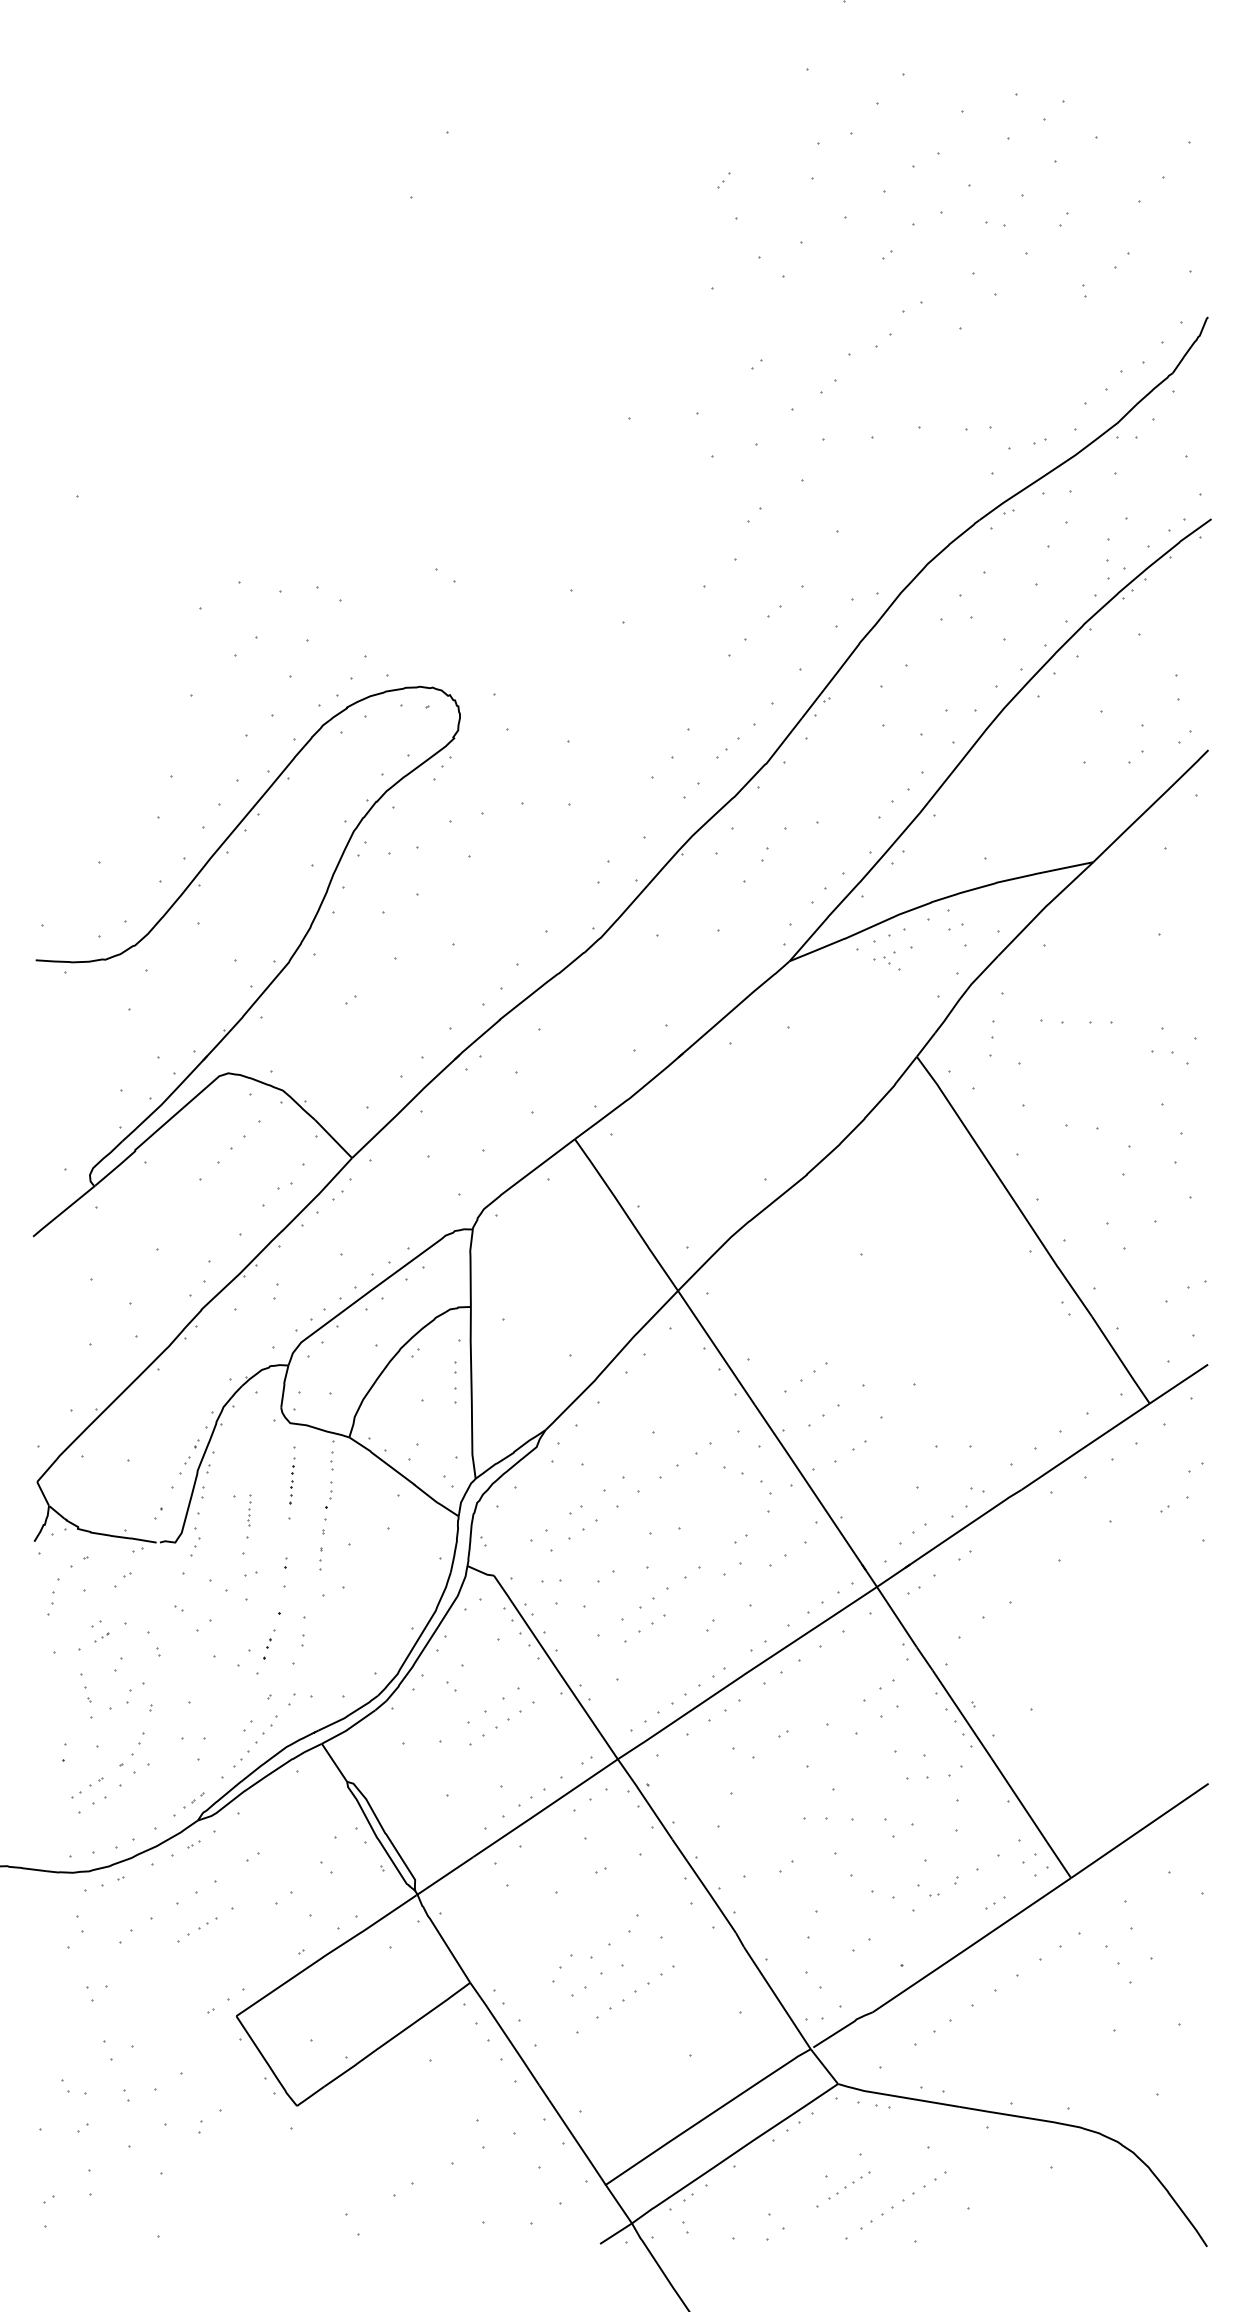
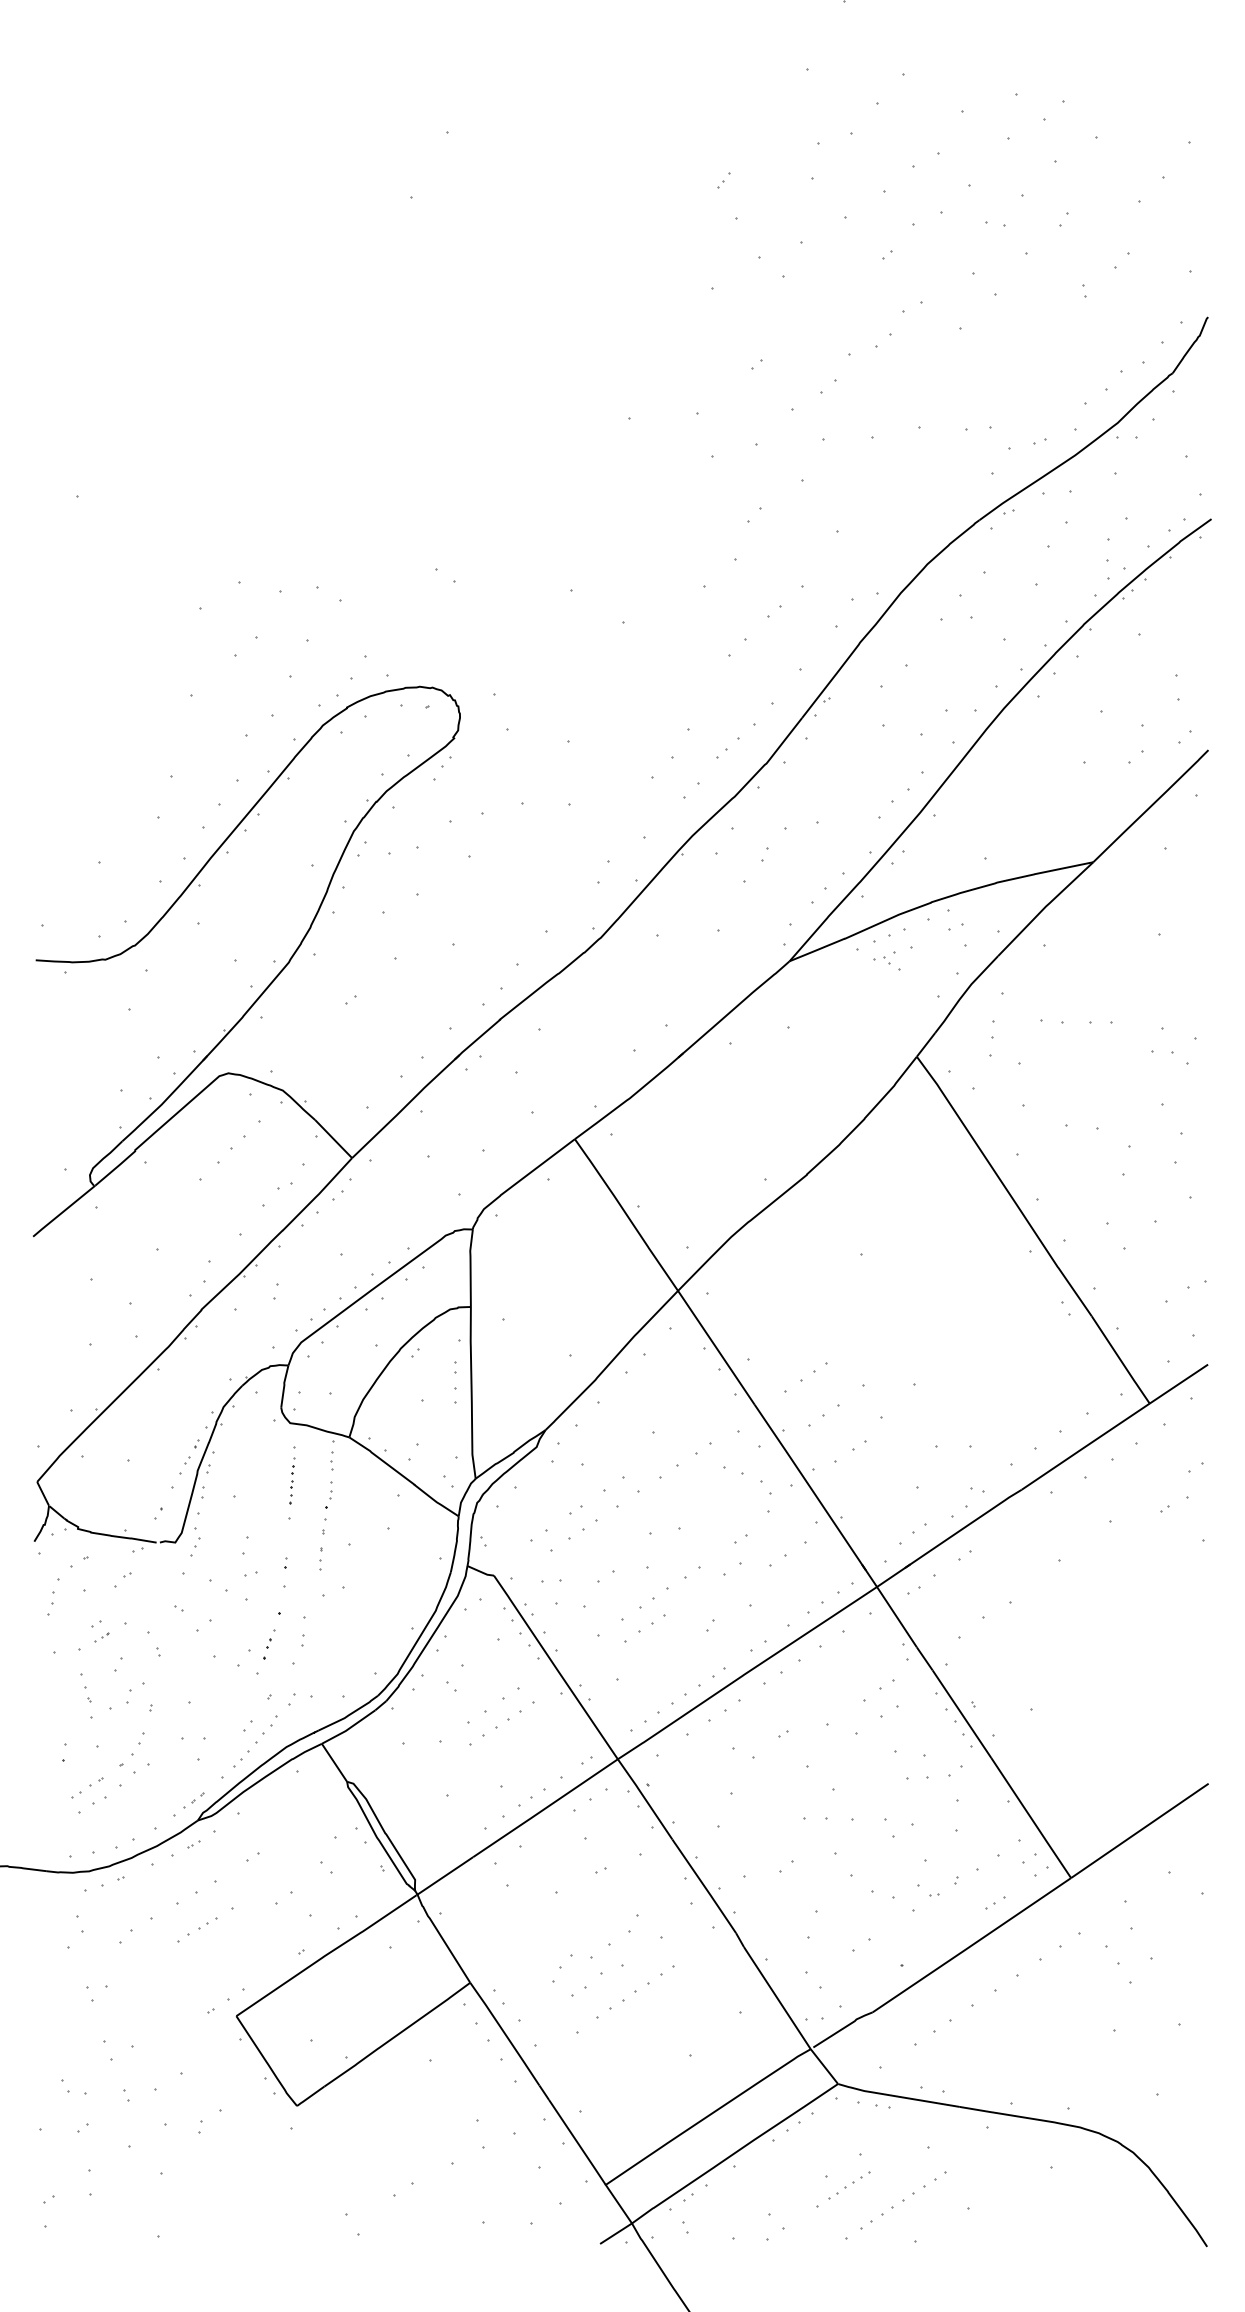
part at (249, 1510): present -> none
